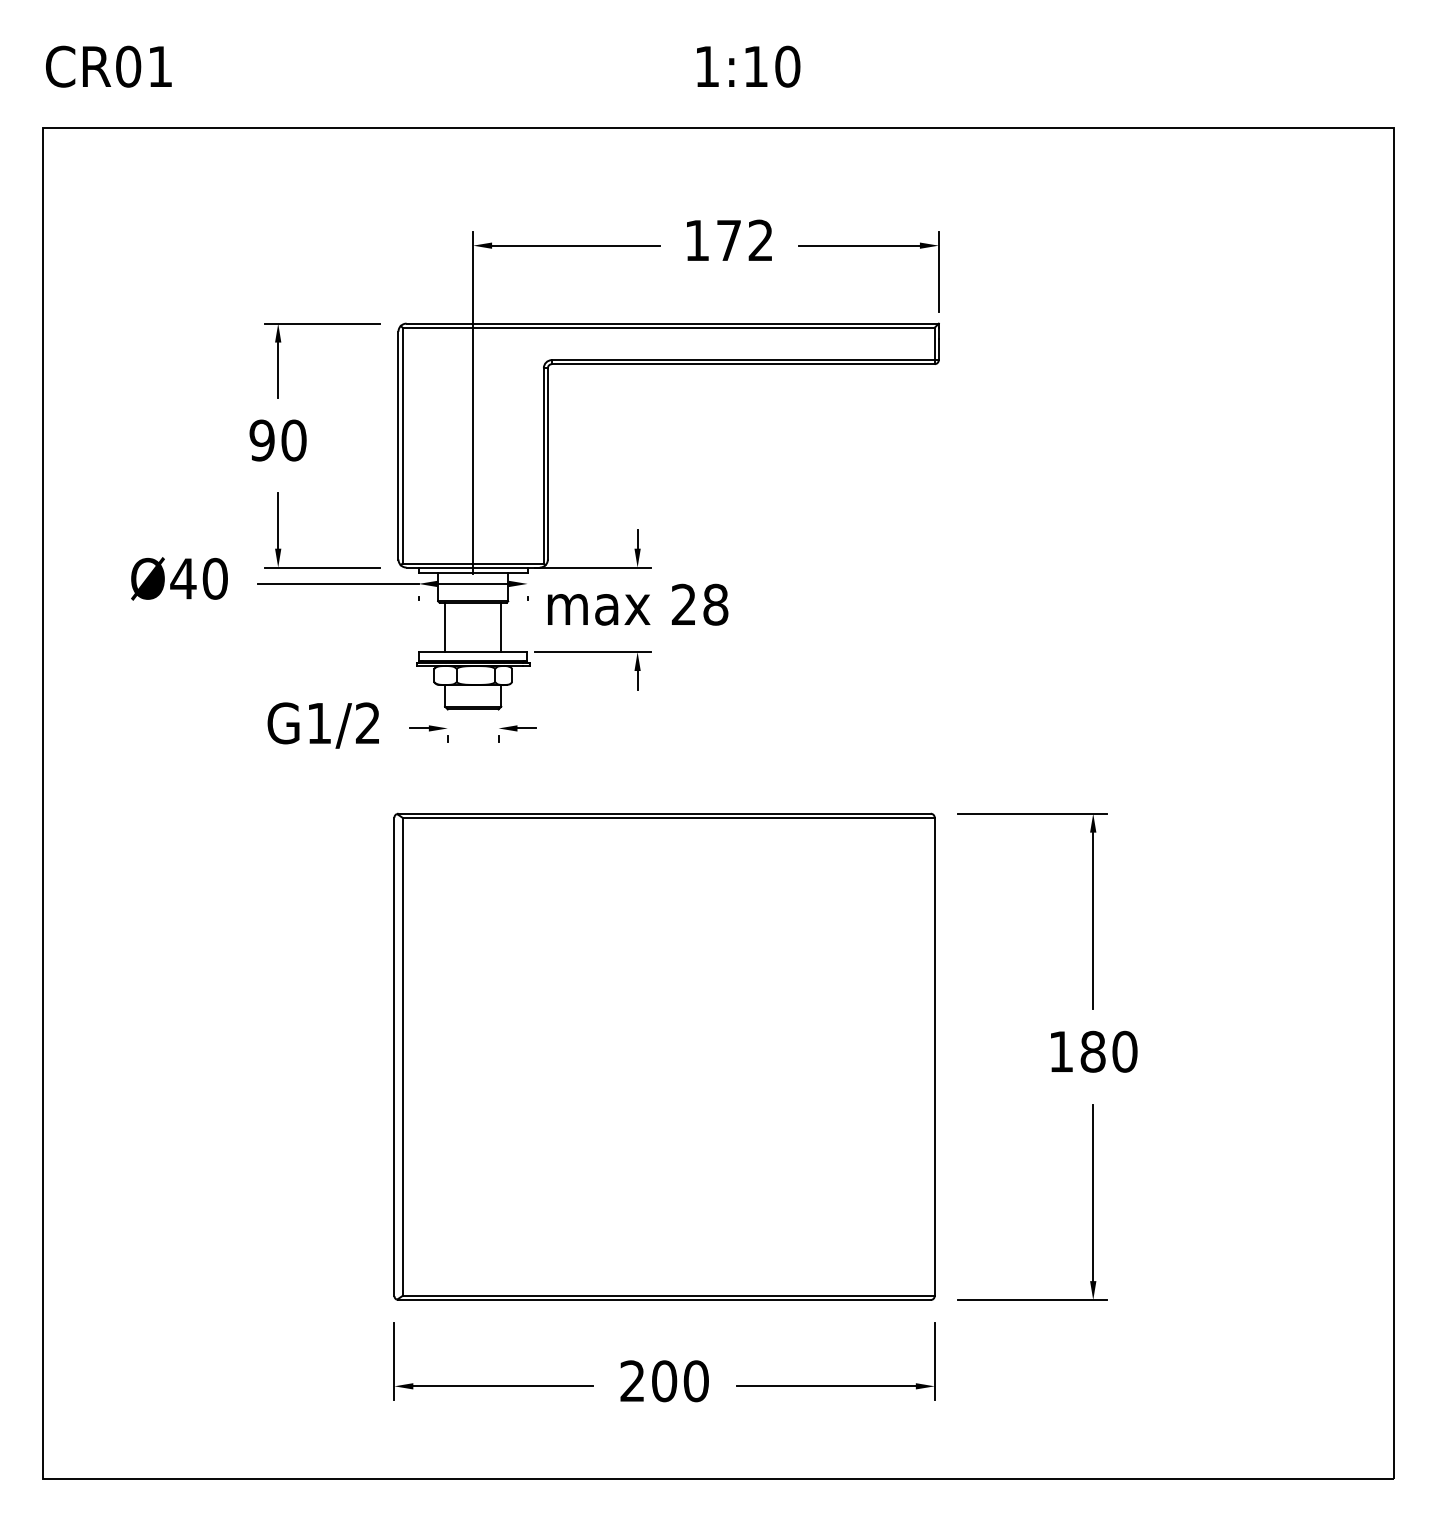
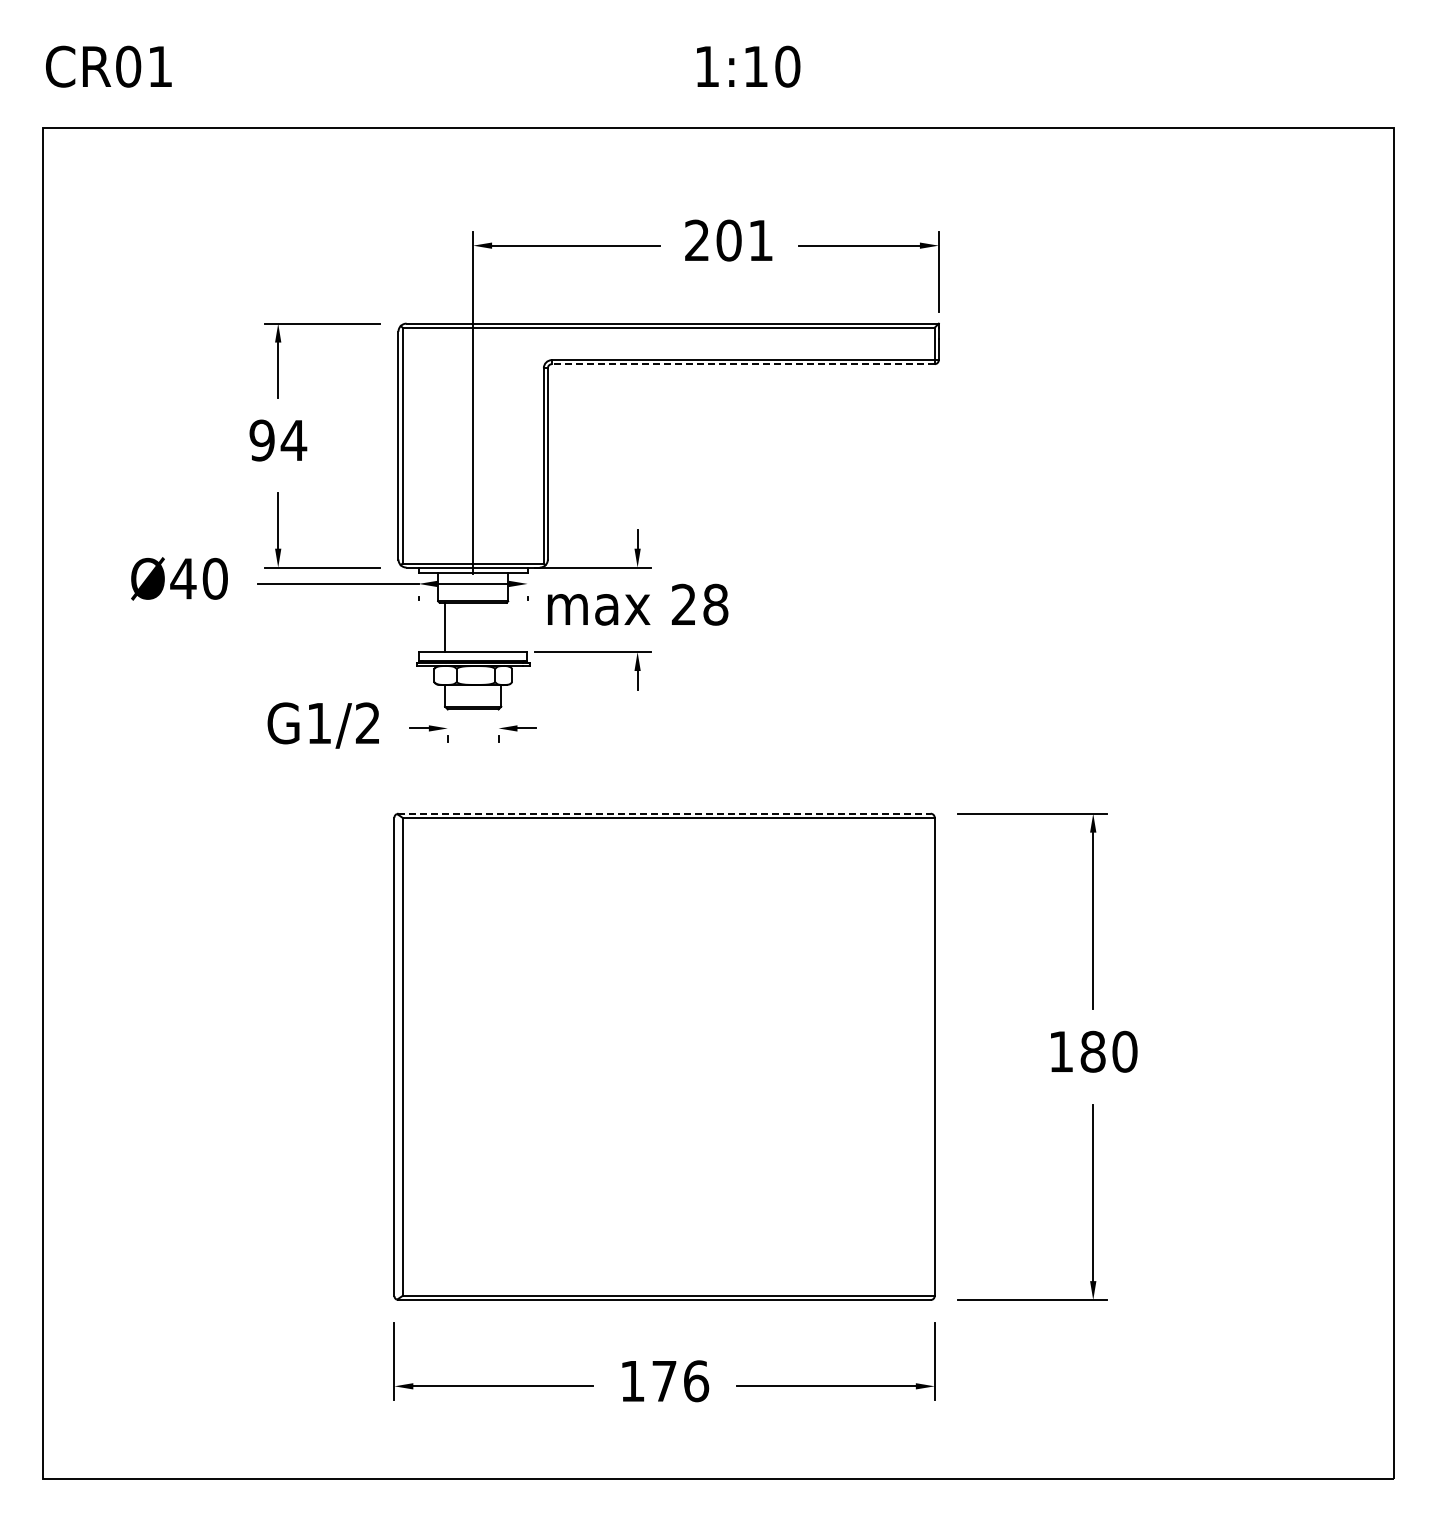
text at (728, 240): 172 -> 201
line at (742, 364): solid -> dashed
text at (293, 440): 90 -> 94
line at (501, 627): present -> none
line at (665, 813): solid -> dashed
text at (664, 1381): 200 -> 176
